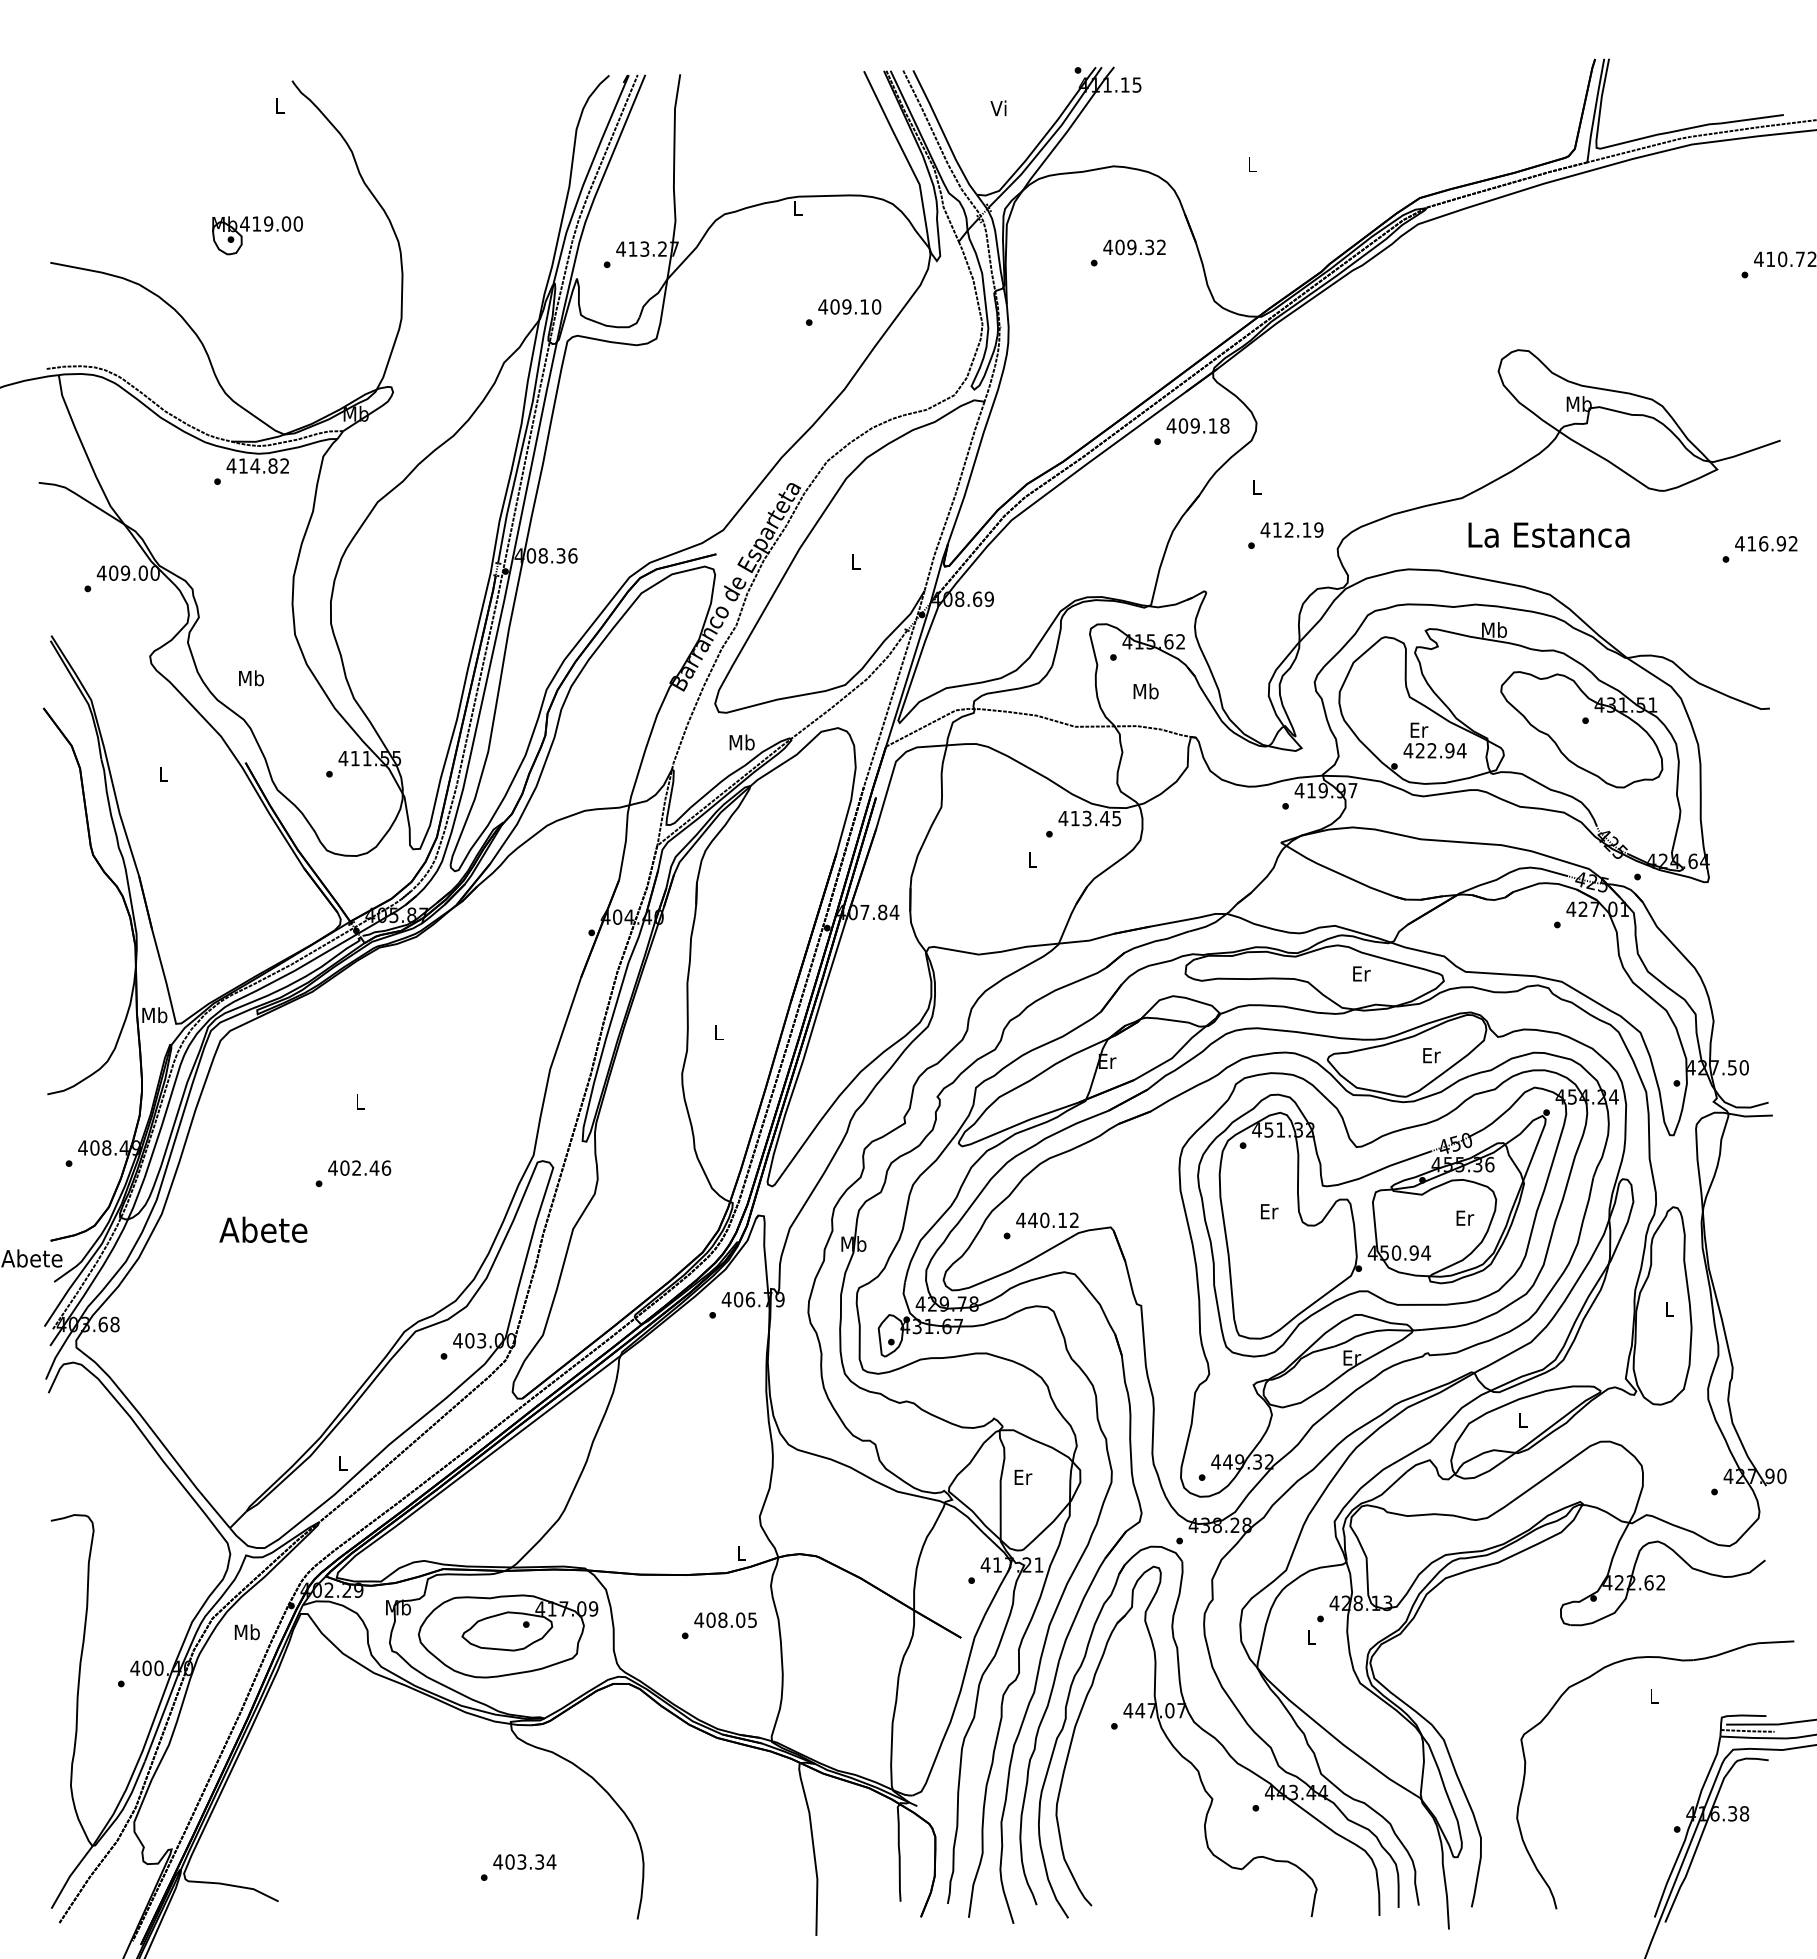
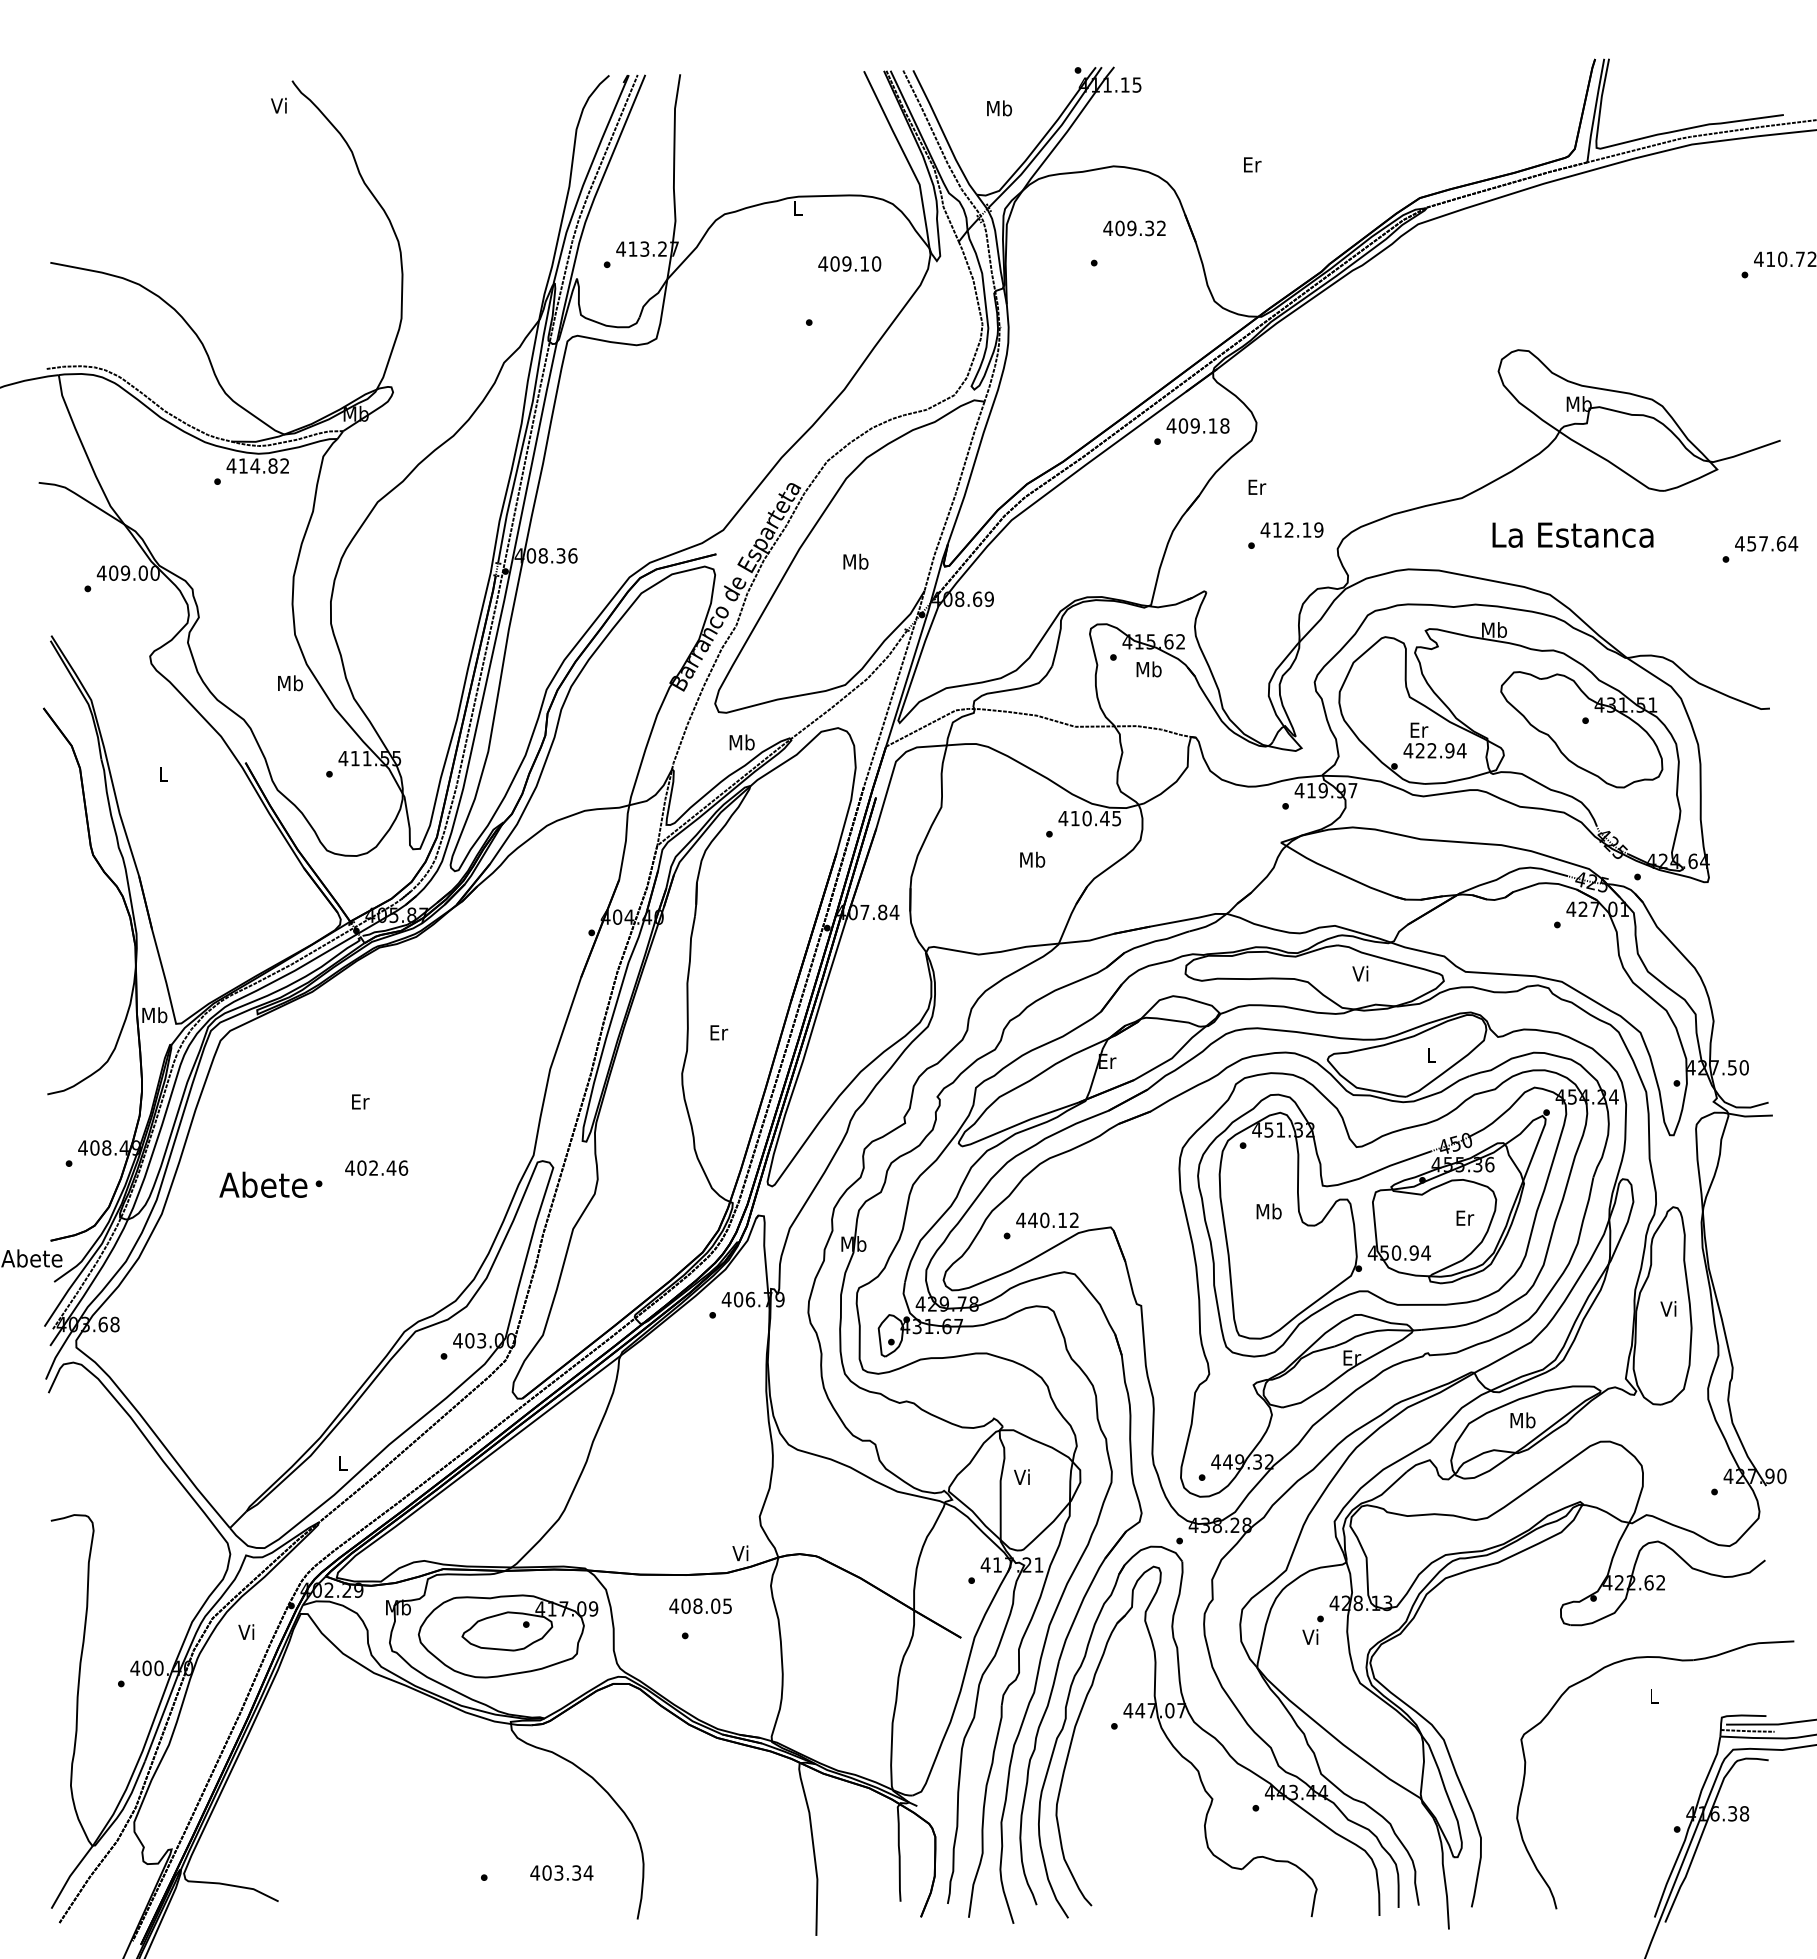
text at (278, 105): L -> Vi
text at (999, 108): Vi -> Mb
text at (1252, 164): L -> Er
part at (257, 235): present -> none
text at (1134, 247) position: (1134, 247) -> (1134, 228)
text at (849, 306) position: (849, 306) -> (849, 263)
text at (1257, 486): L -> Er
text at (1548, 534) position: (1548, 534) -> (1572, 534)
text at (1772, 543): 416.92 -> 457.64
text at (855, 561): L -> Mb
text at (251, 678) position: (251, 678) -> (290, 683)
text at (1145, 691) position: (1145, 691) -> (1148, 669)
text at (1086, 818): 413.45 -> 410.45
text at (1032, 859): L -> Mb
text at (1361, 973): Er -> Vi
text at (719, 1032): L -> Er
text at (1431, 1055): Er -> L
text at (360, 1101): L -> Er
text at (359, 1167) position: (359, 1167) -> (376, 1167)
text at (1268, 1211): Er -> Mb
text at (263, 1229) position: (263, 1229) -> (263, 1184)
text at (1668, 1308): L -> Vi
text at (1522, 1420): L -> Mb
text at (1023, 1476): Er -> Vi
text at (740, 1553): L -> Vi
text at (725, 1619) position: (725, 1619) -> (700, 1605)
text at (246, 1632): Mb -> Vi
text at (1310, 1636): L -> Vi
text at (524, 1861) position: (524, 1861) -> (561, 1872)
